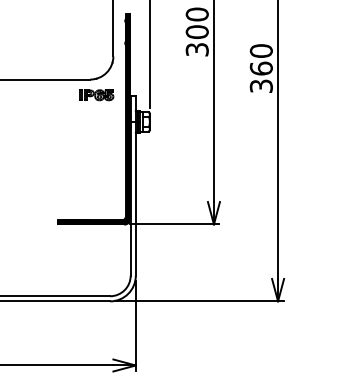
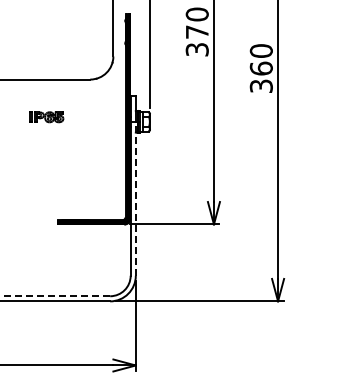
text at (196, 32): 300 -> 370
part at (96, 95) position: (96, 95) -> (46, 117)
line at (135, 198): solid -> dashed
line at (55, 296): solid -> dashed
